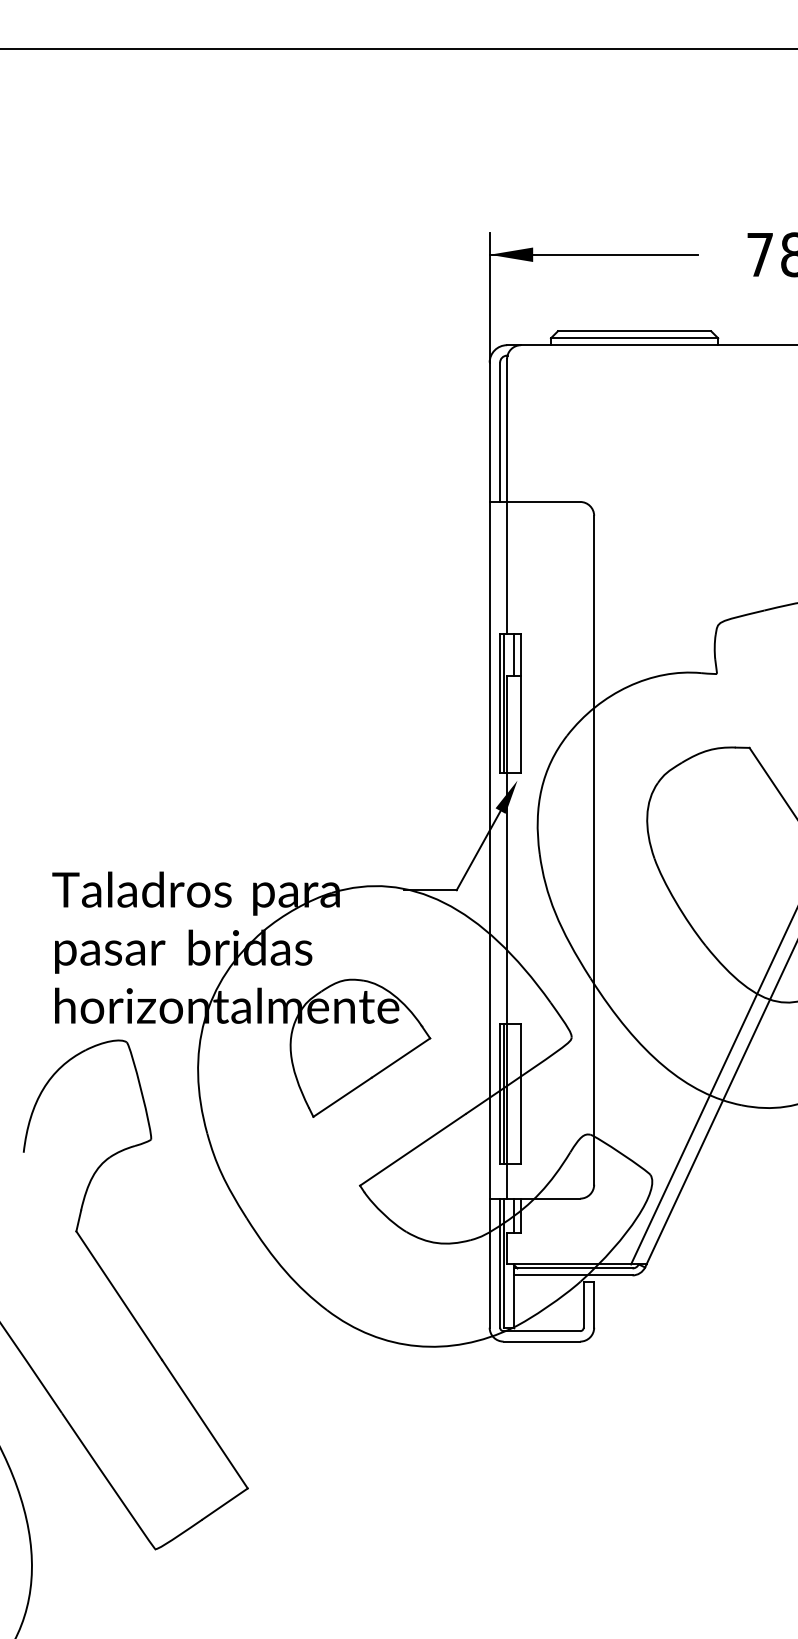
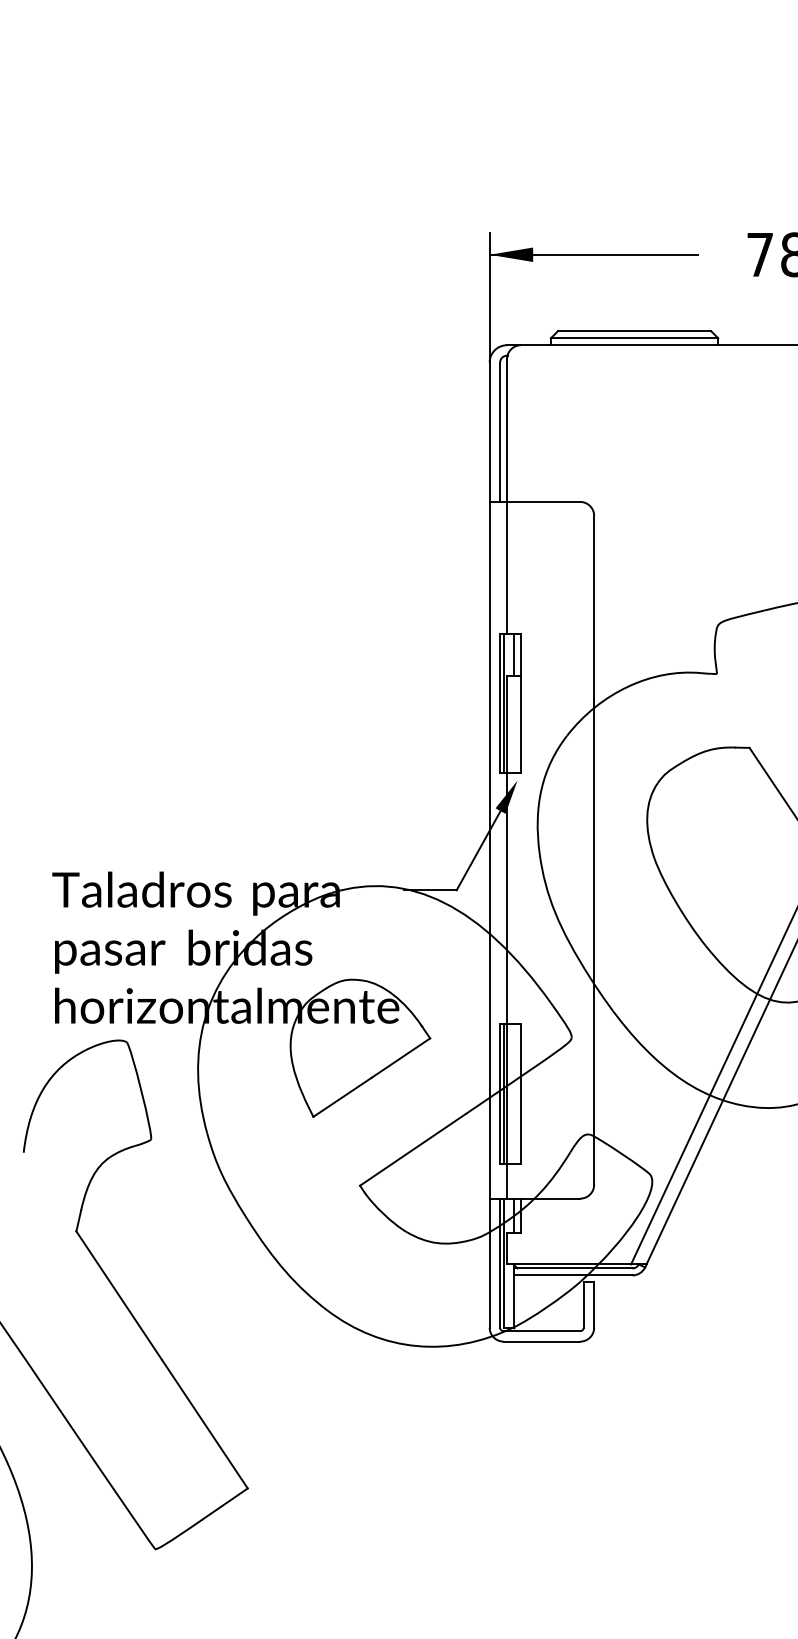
line at (398, 49): present -> none
